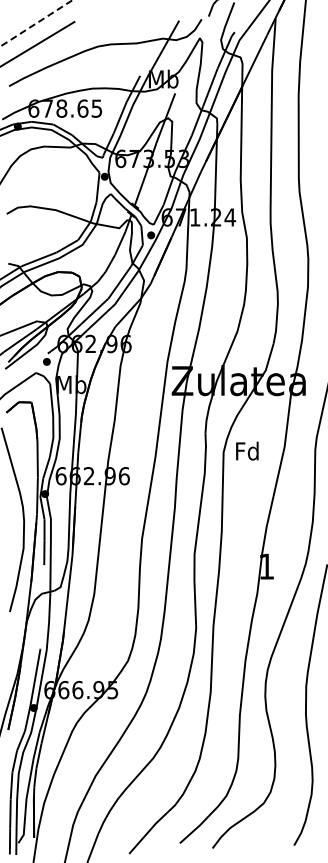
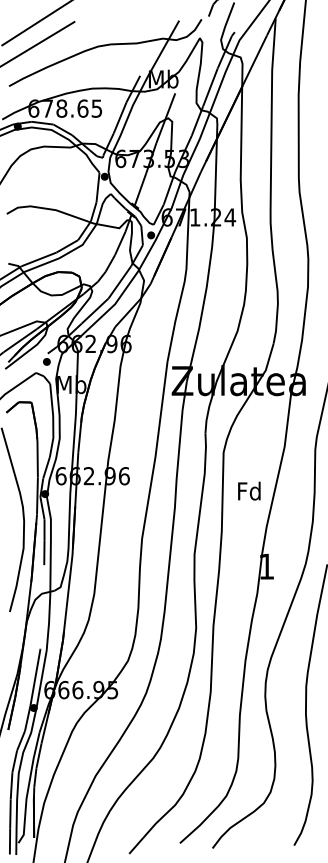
line at (37, 22): dashed -> solid
text at (247, 450) position: (247, 450) -> (249, 490)
